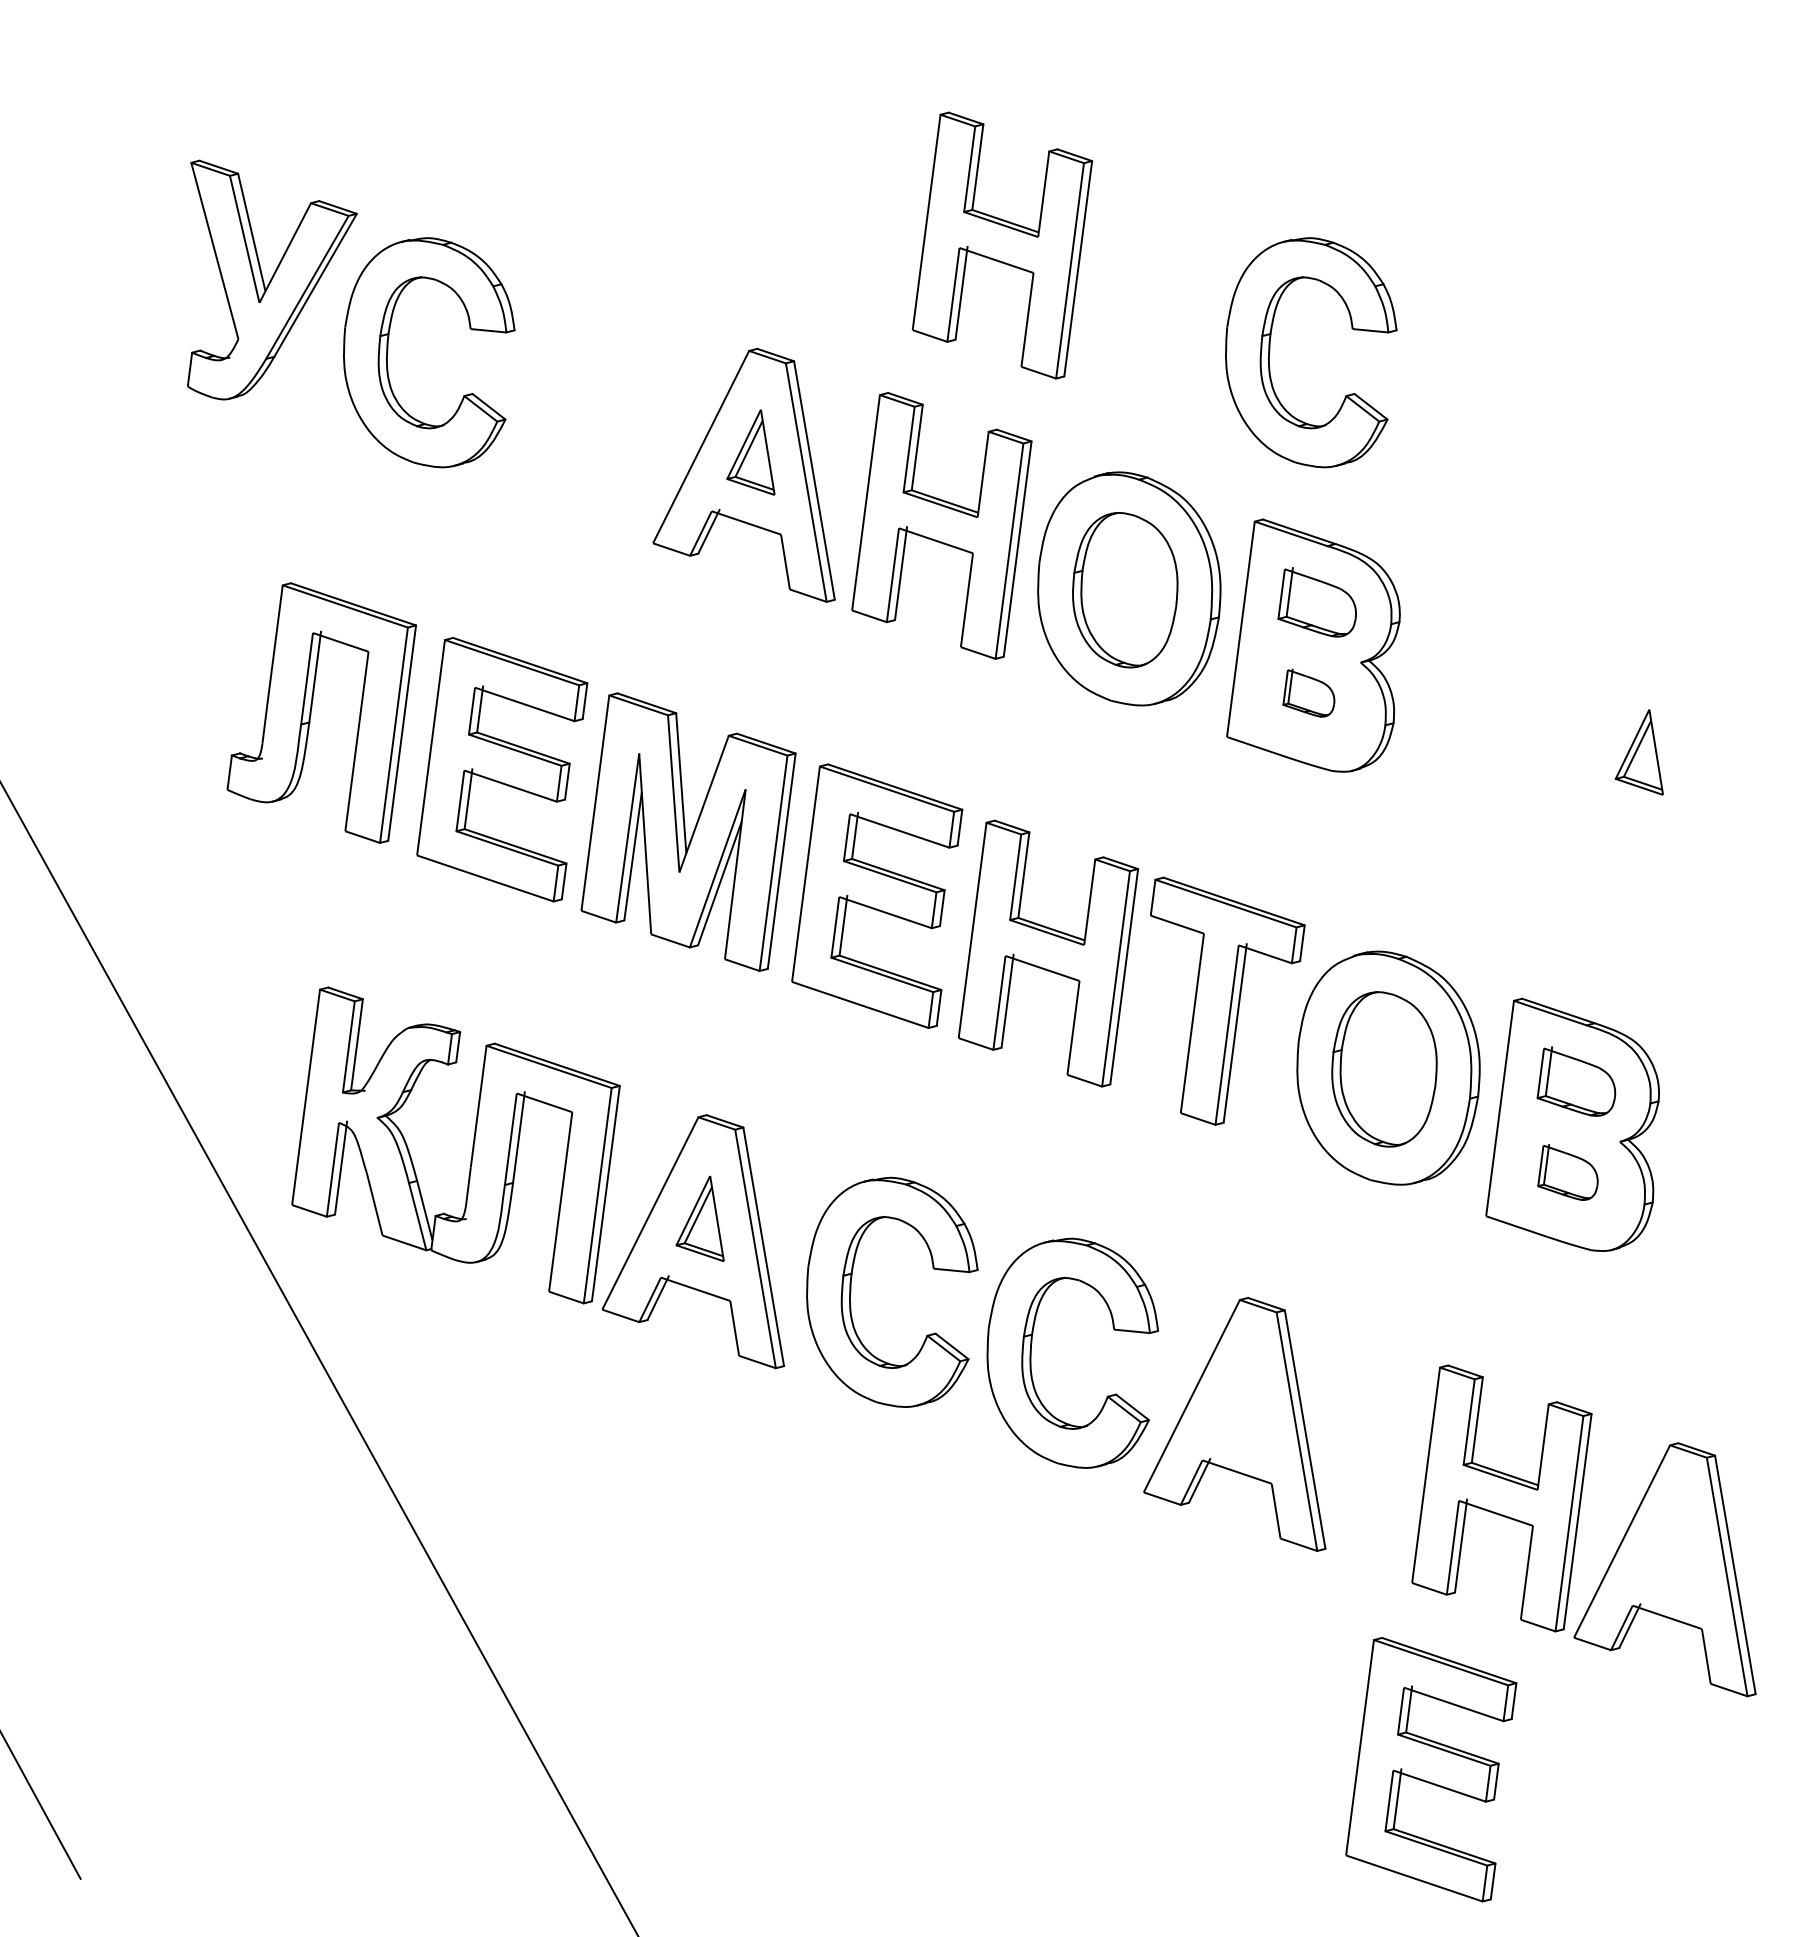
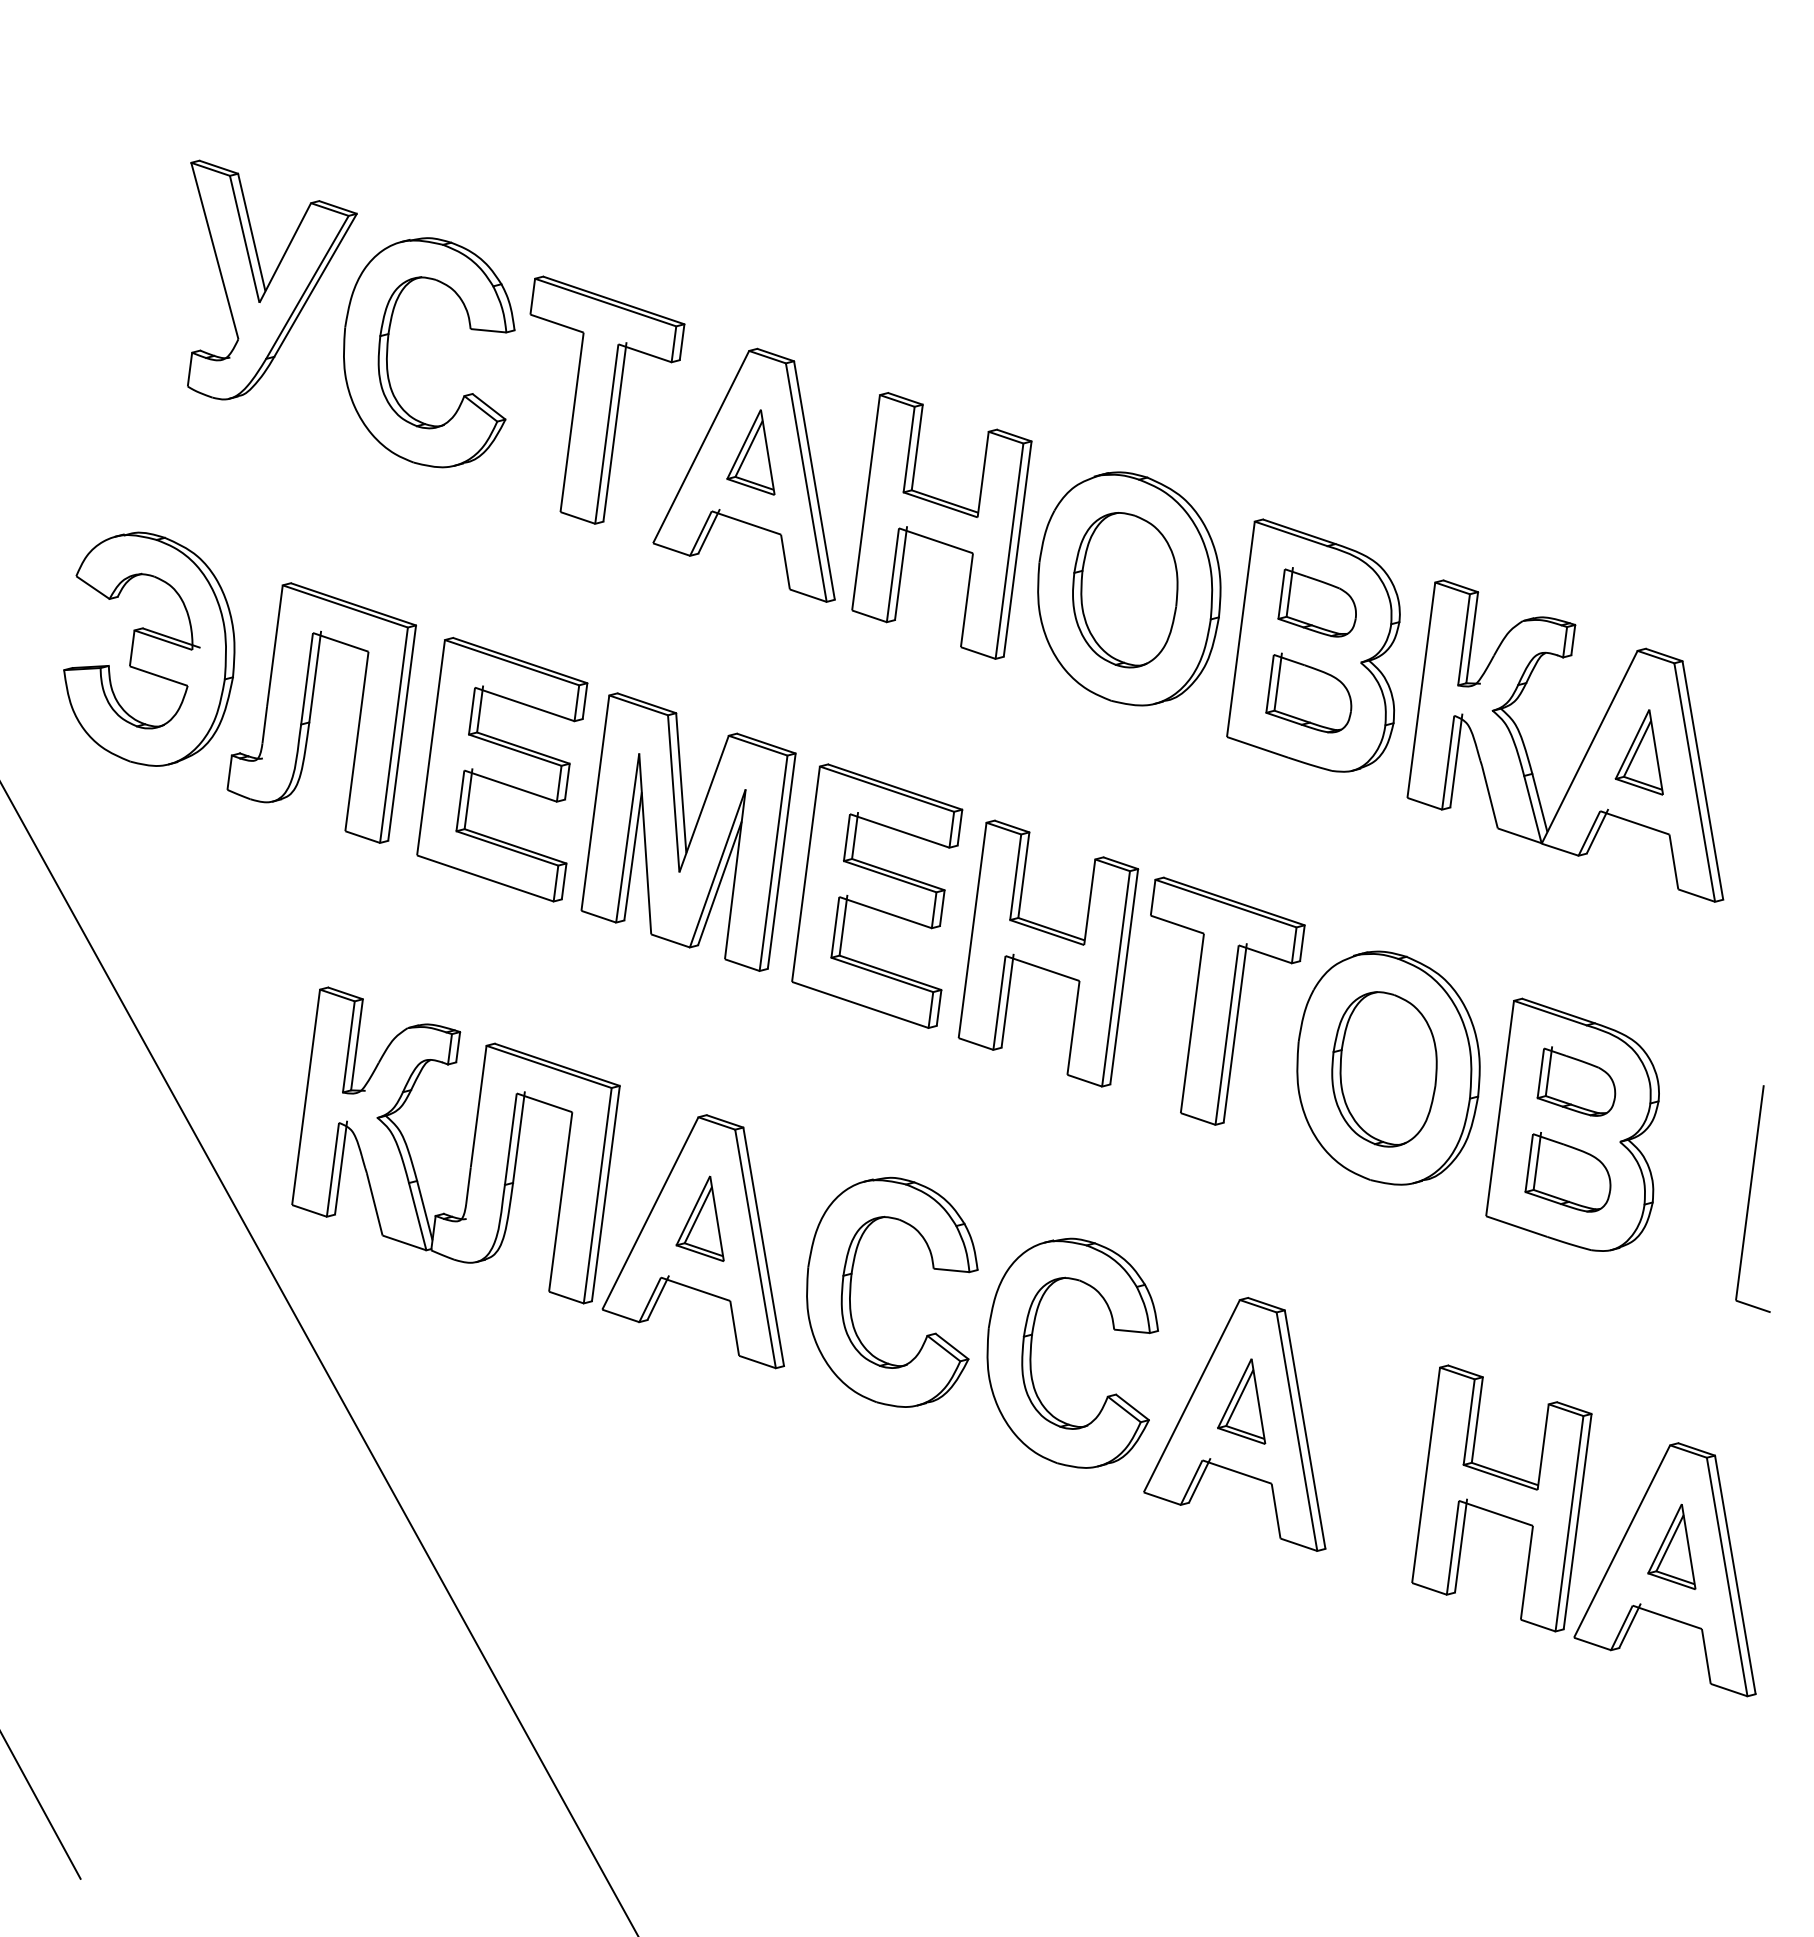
part at (1002, 245): present -> none
part at (1270, 351): present -> none
part at (607, 399): none -> present
part at (149, 648): none -> present
part at (1308, 692) size: 54x50 px -> 88x82 px
part at (1586, 751): none -> present
part at (1567, 1172) size: 62x57 px -> 88x81 px
part at (1752, 1198): none -> present
part at (1241, 1401): none -> present
part at (1671, 1546): none -> present
part at (1431, 1769): present -> none
